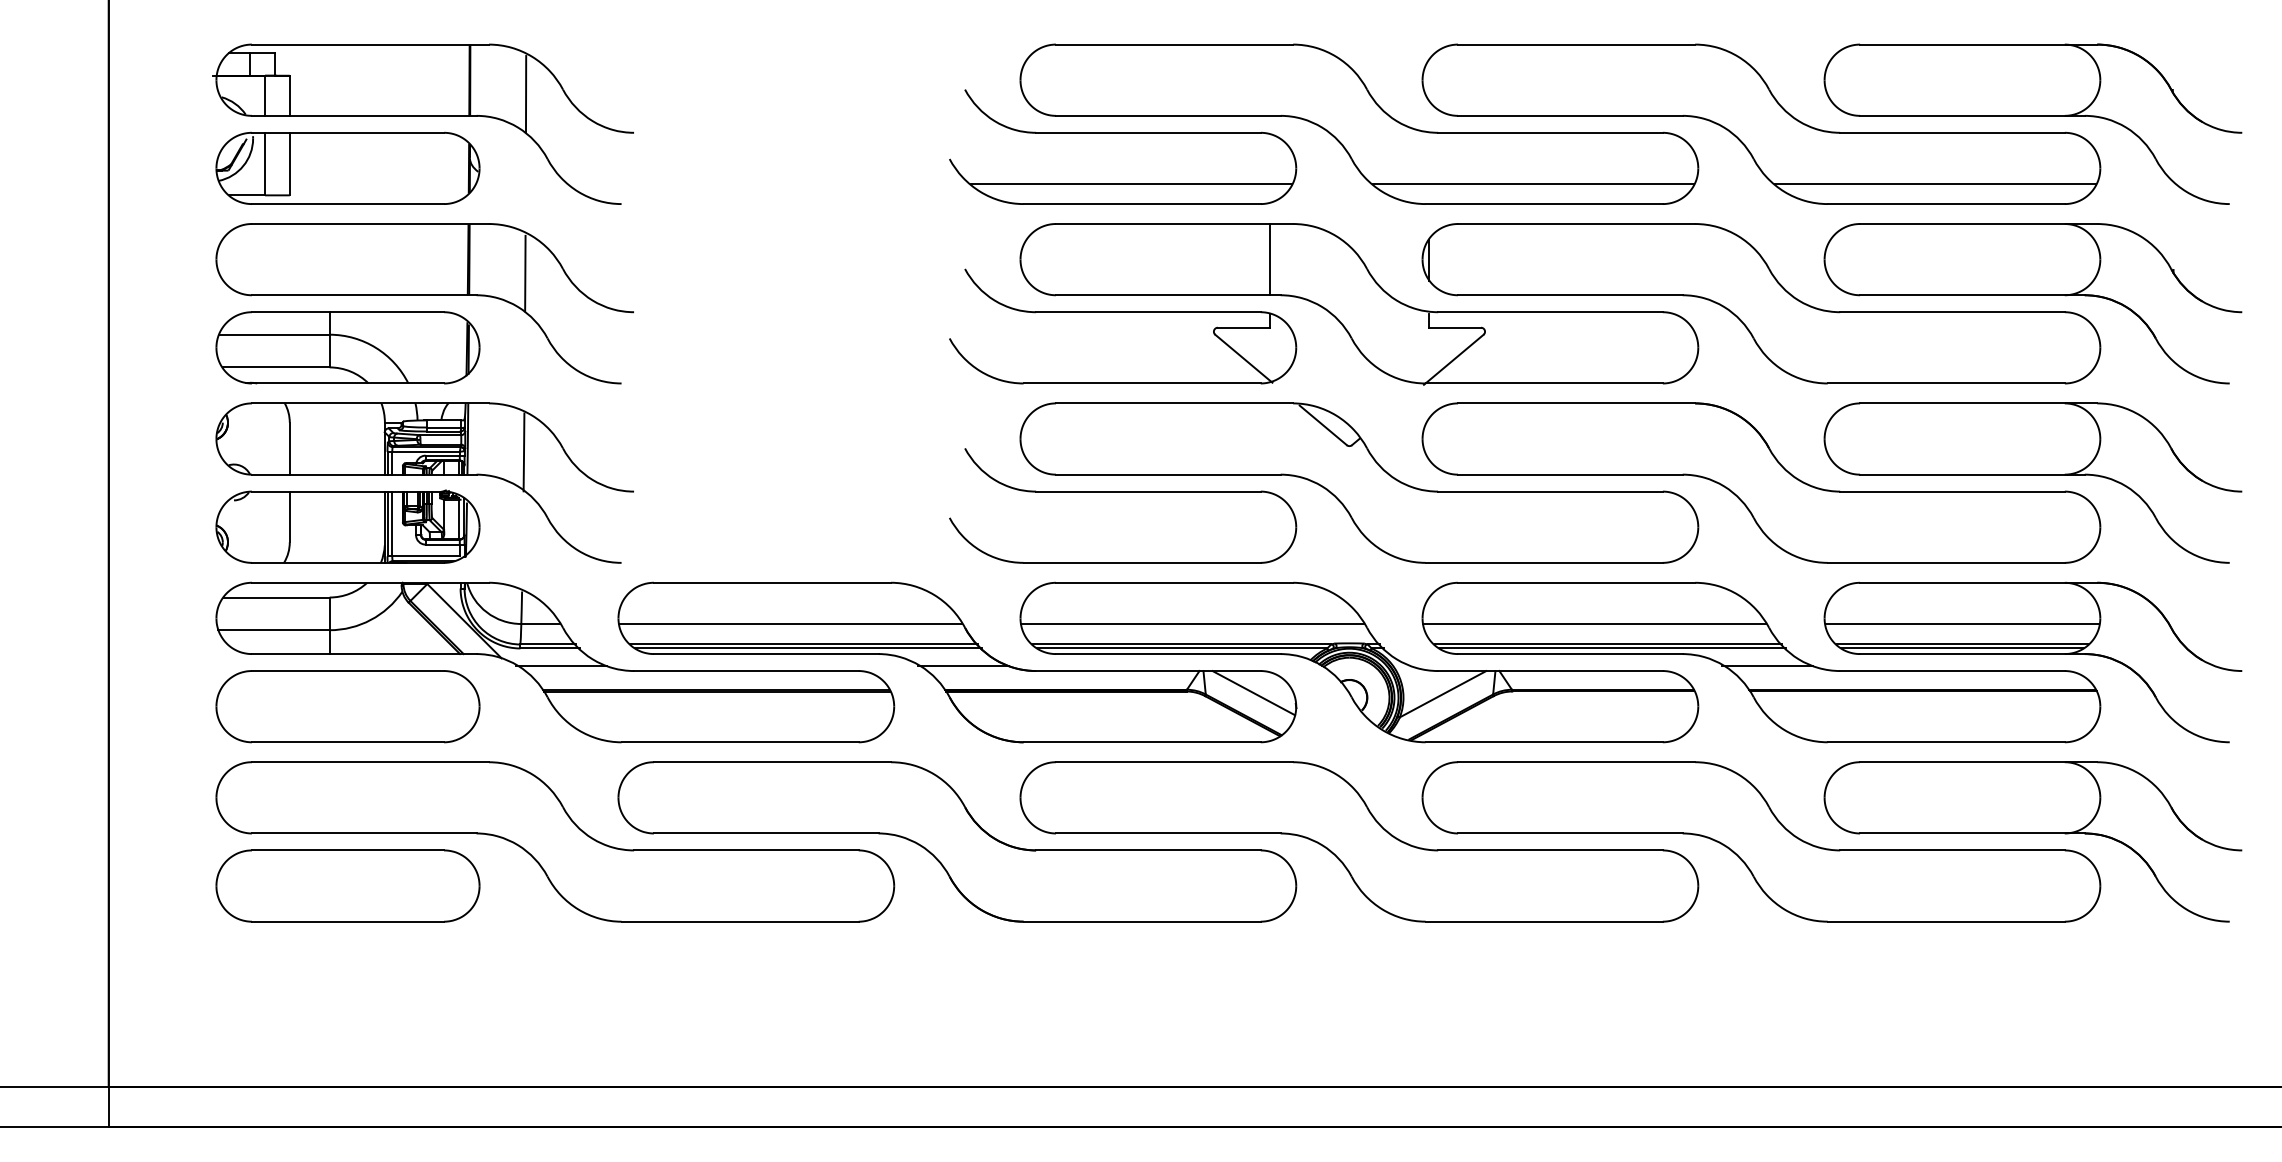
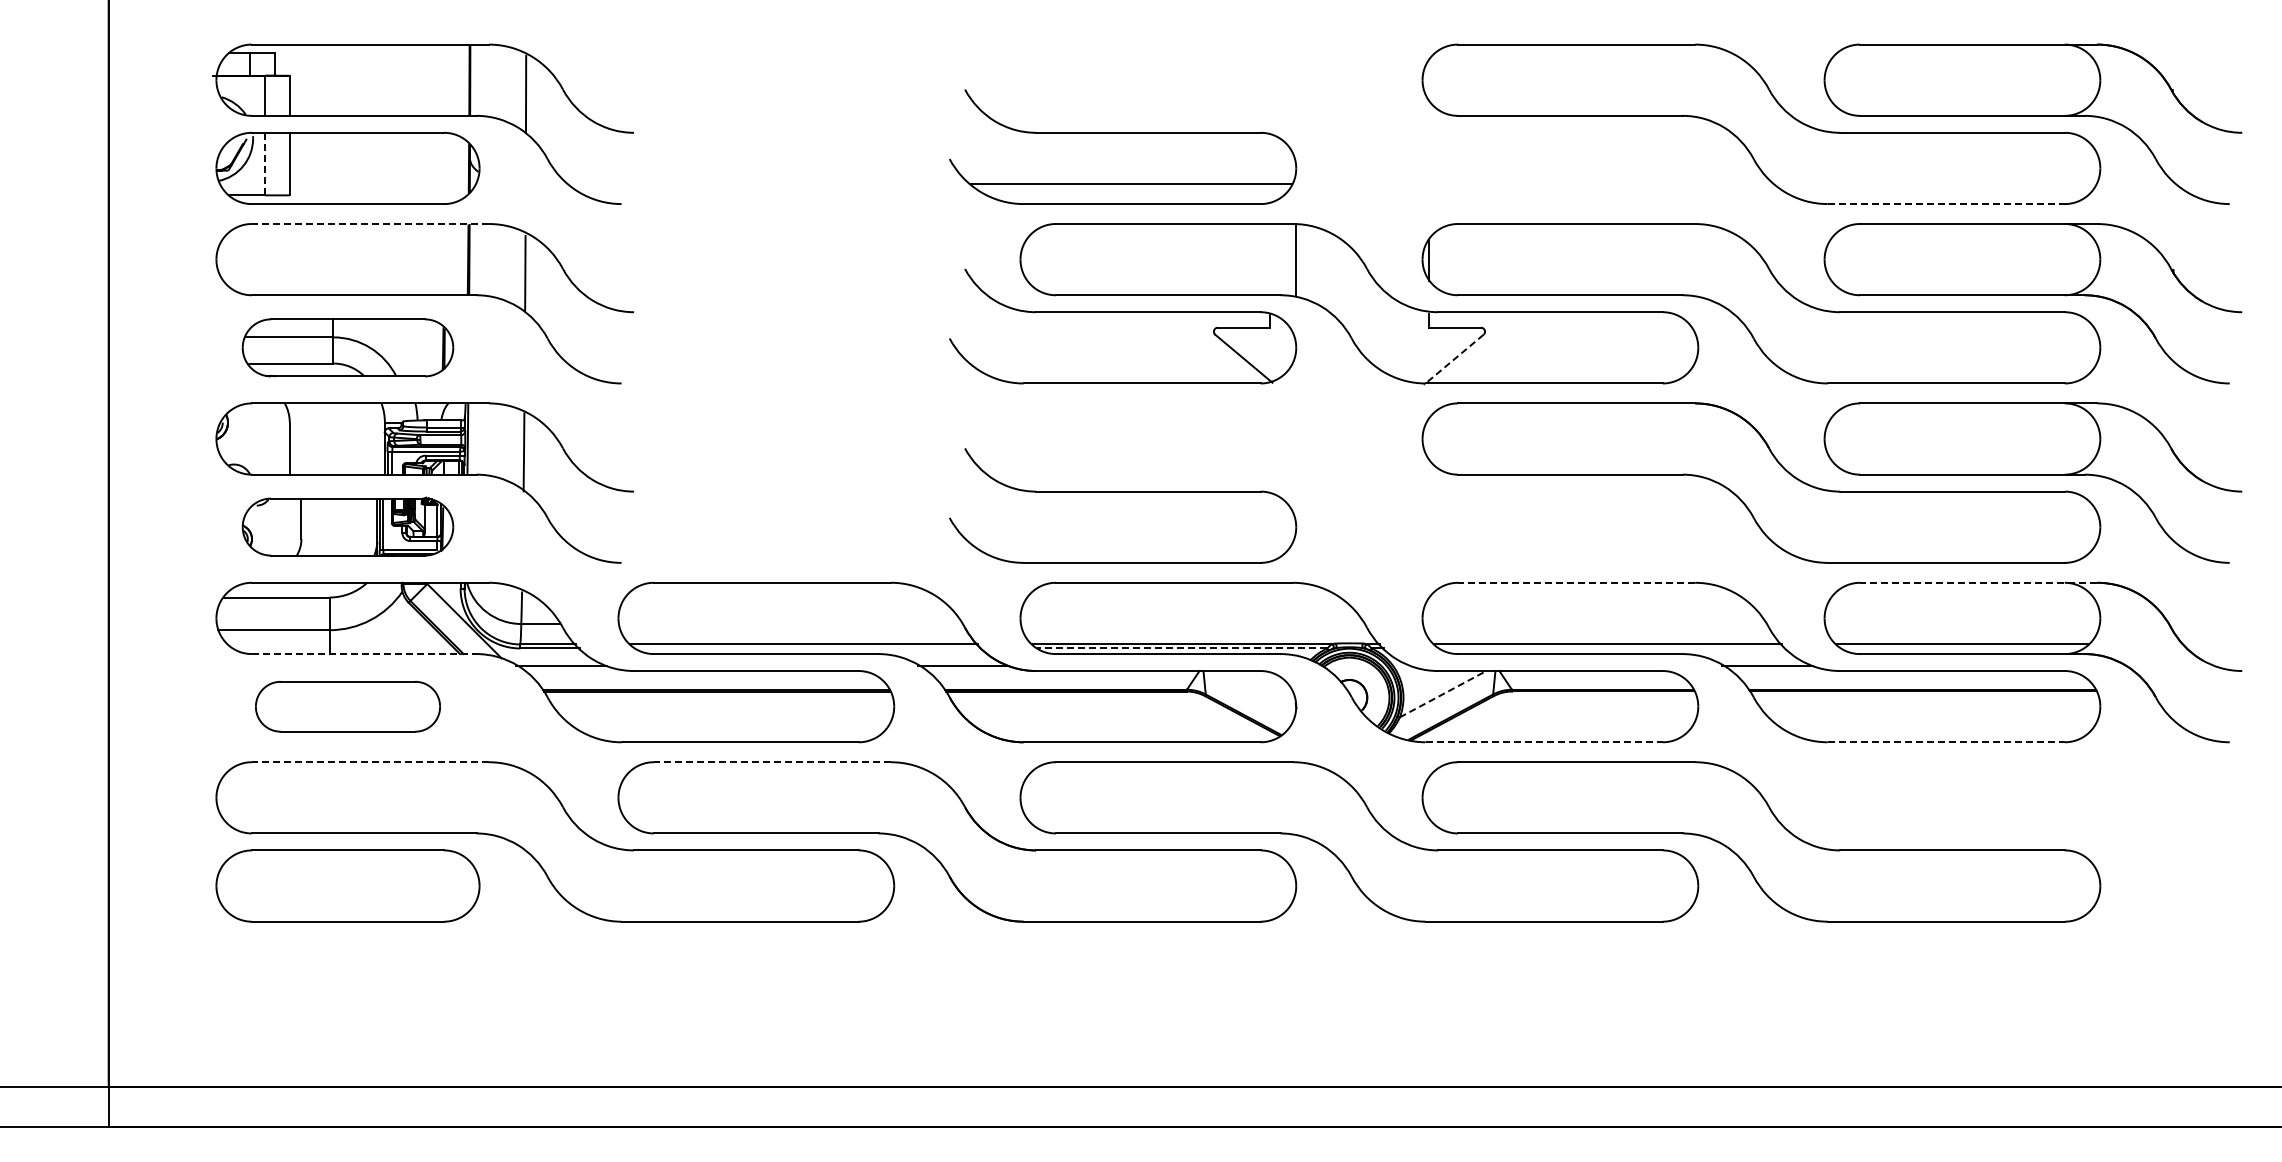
part at (1359, 123): present -> none
line at (265, 163): solid -> dashed
line at (1935, 184): present -> none
line at (1946, 204): solid -> dashed
line at (370, 224): solid -> dashed
line at (1269, 259) position: (1269, 259) -> (1295, 259)
part at (347, 347) size: 266x74 px -> 214x60 px
line at (1453, 359): solid -> dashed
part at (1359, 482): present -> none
part at (347, 526) size: 266x75 px -> 214x61 px
line at (1576, 582): solid -> dashed
line at (1978, 582): solid -> dashed
line at (790, 623): present -> none
line at (1192, 623): present -> none
line at (1594, 623): present -> none
line at (1962, 623): present -> none
line at (807, 648): present -> none
line at (1181, 648): solid -> dashed
line at (1612, 648): present -> none
line at (1962, 648): present -> none
line at (364, 654): solid -> dashed
line at (1253, 693): present -> none
line at (1443, 693): solid -> dashed
part at (347, 706) size: 266x74 px -> 186x52 px
line at (1544, 742): solid -> dashed
line at (1946, 742): solid -> dashed
line at (370, 762): solid -> dashed
line at (772, 762): solid -> dashed
part at (2032, 833): present -> none
